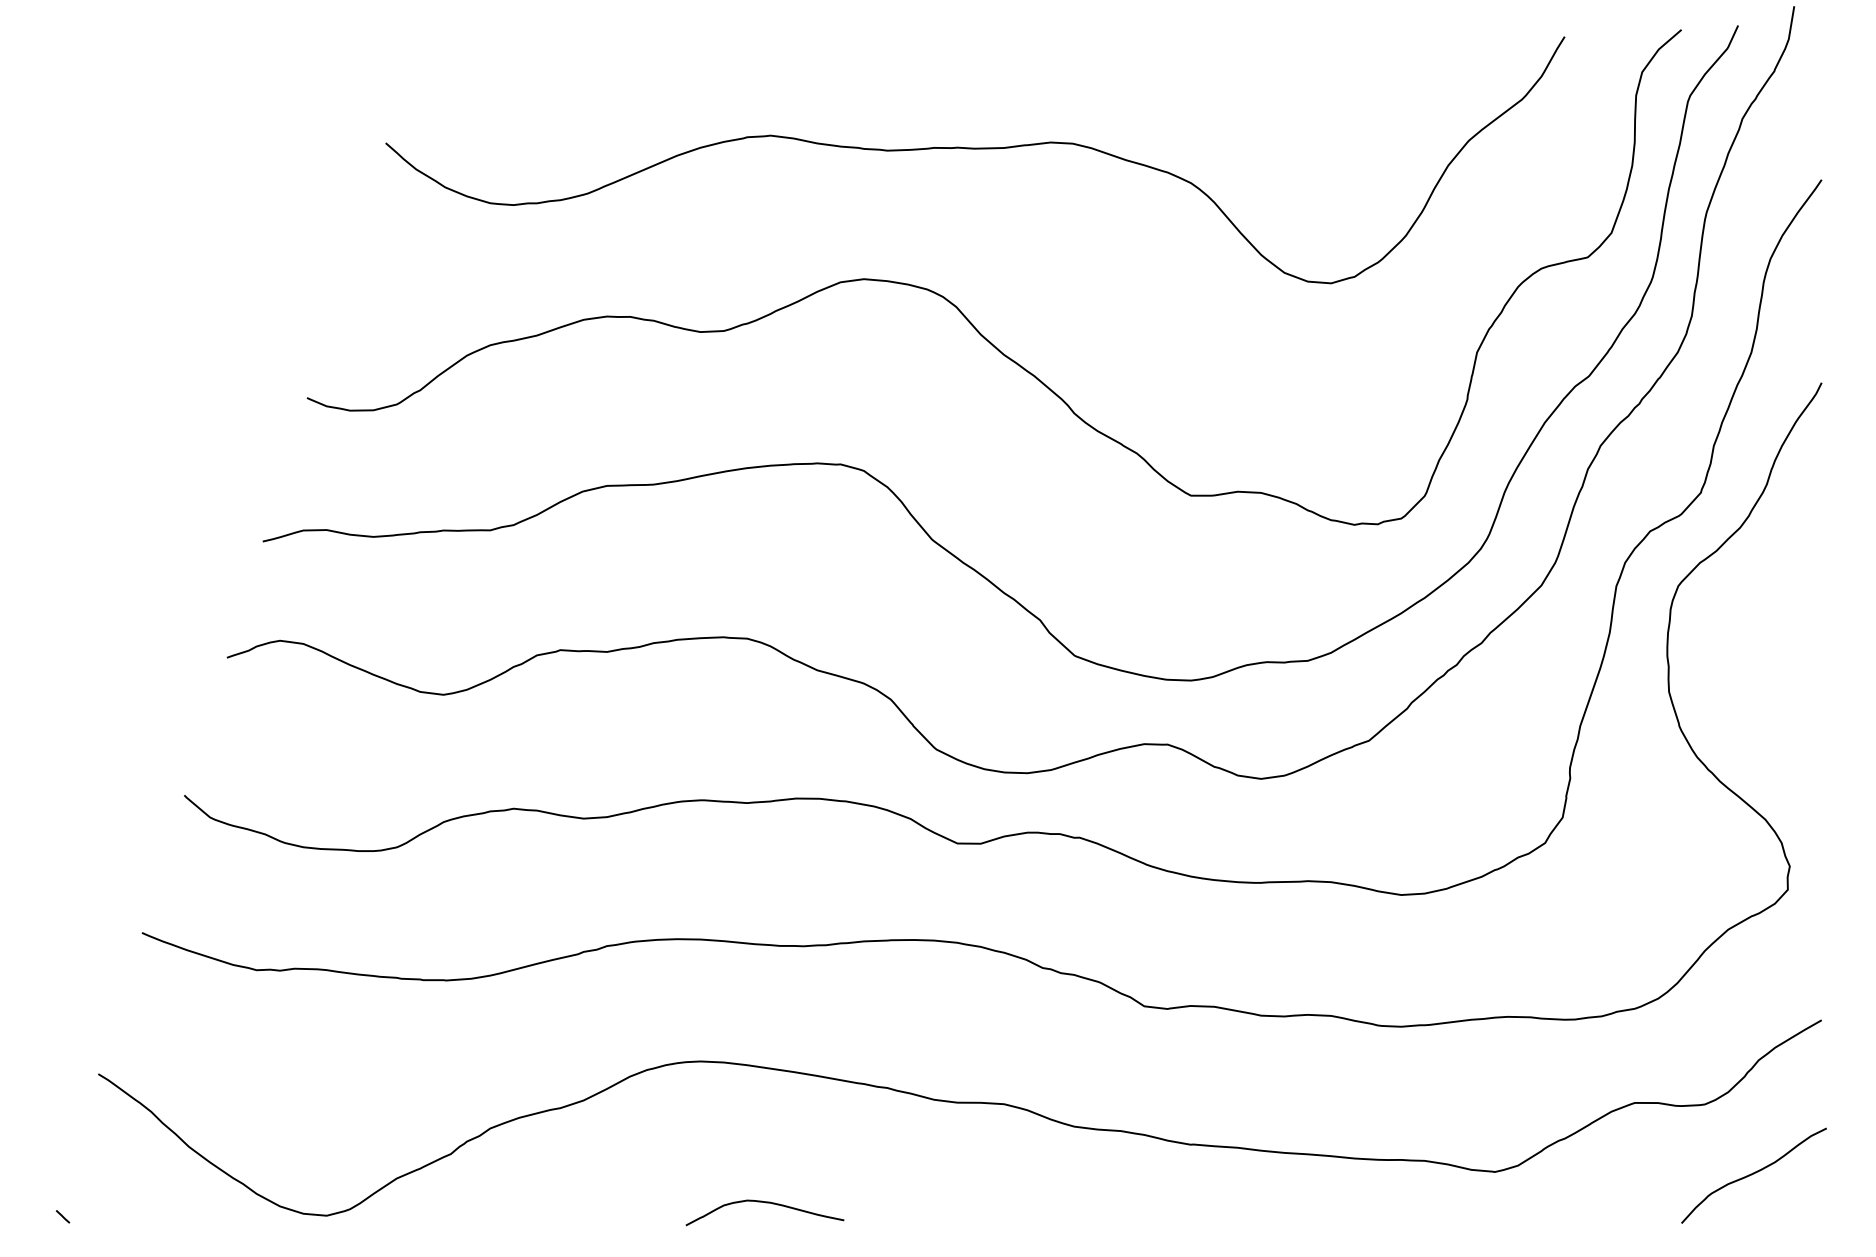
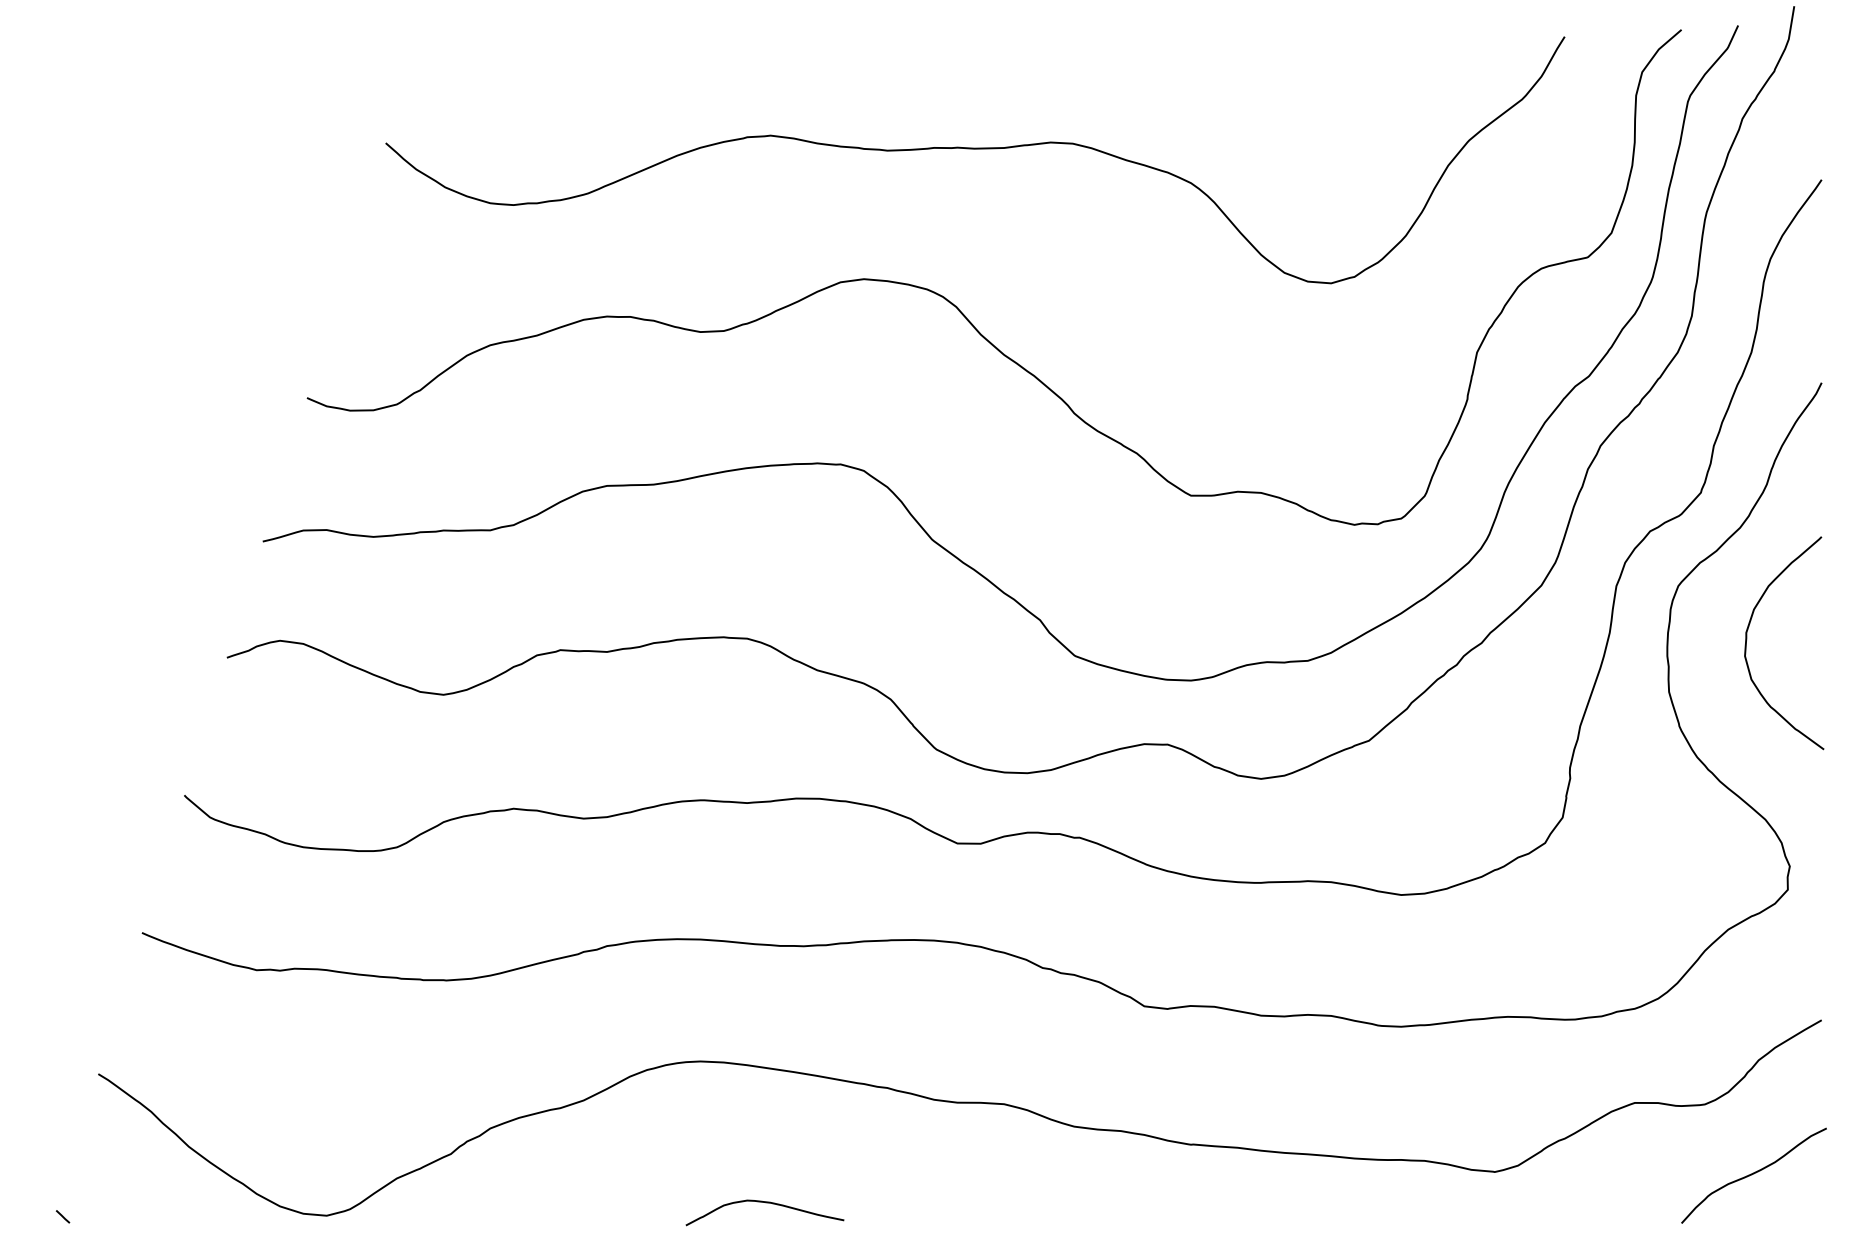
curve at (1747, 639): none -> present
